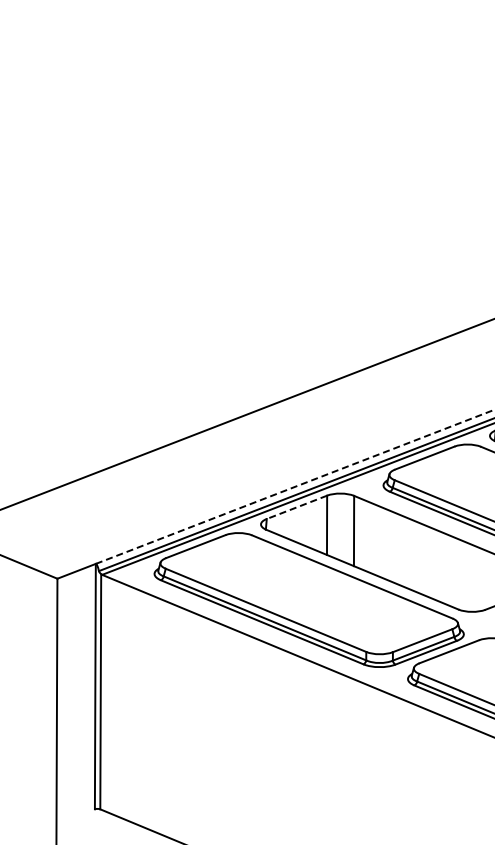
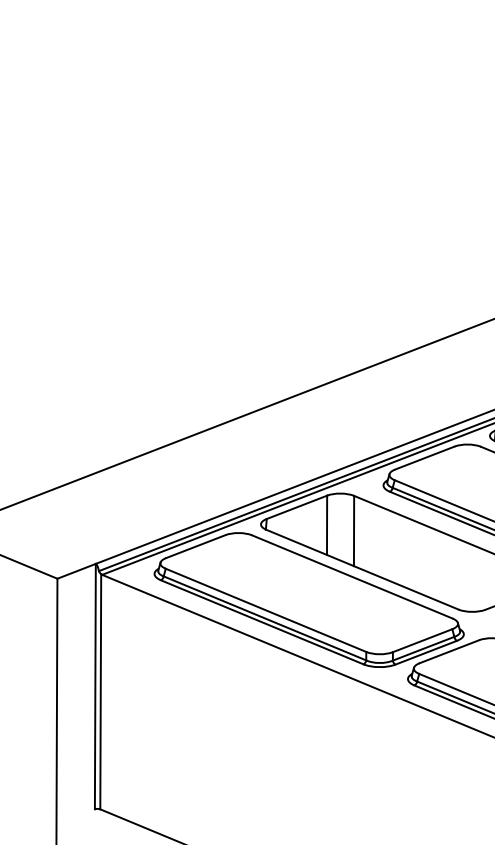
line at (295, 486): dashed -> solid
line at (296, 507): dashed -> solid
